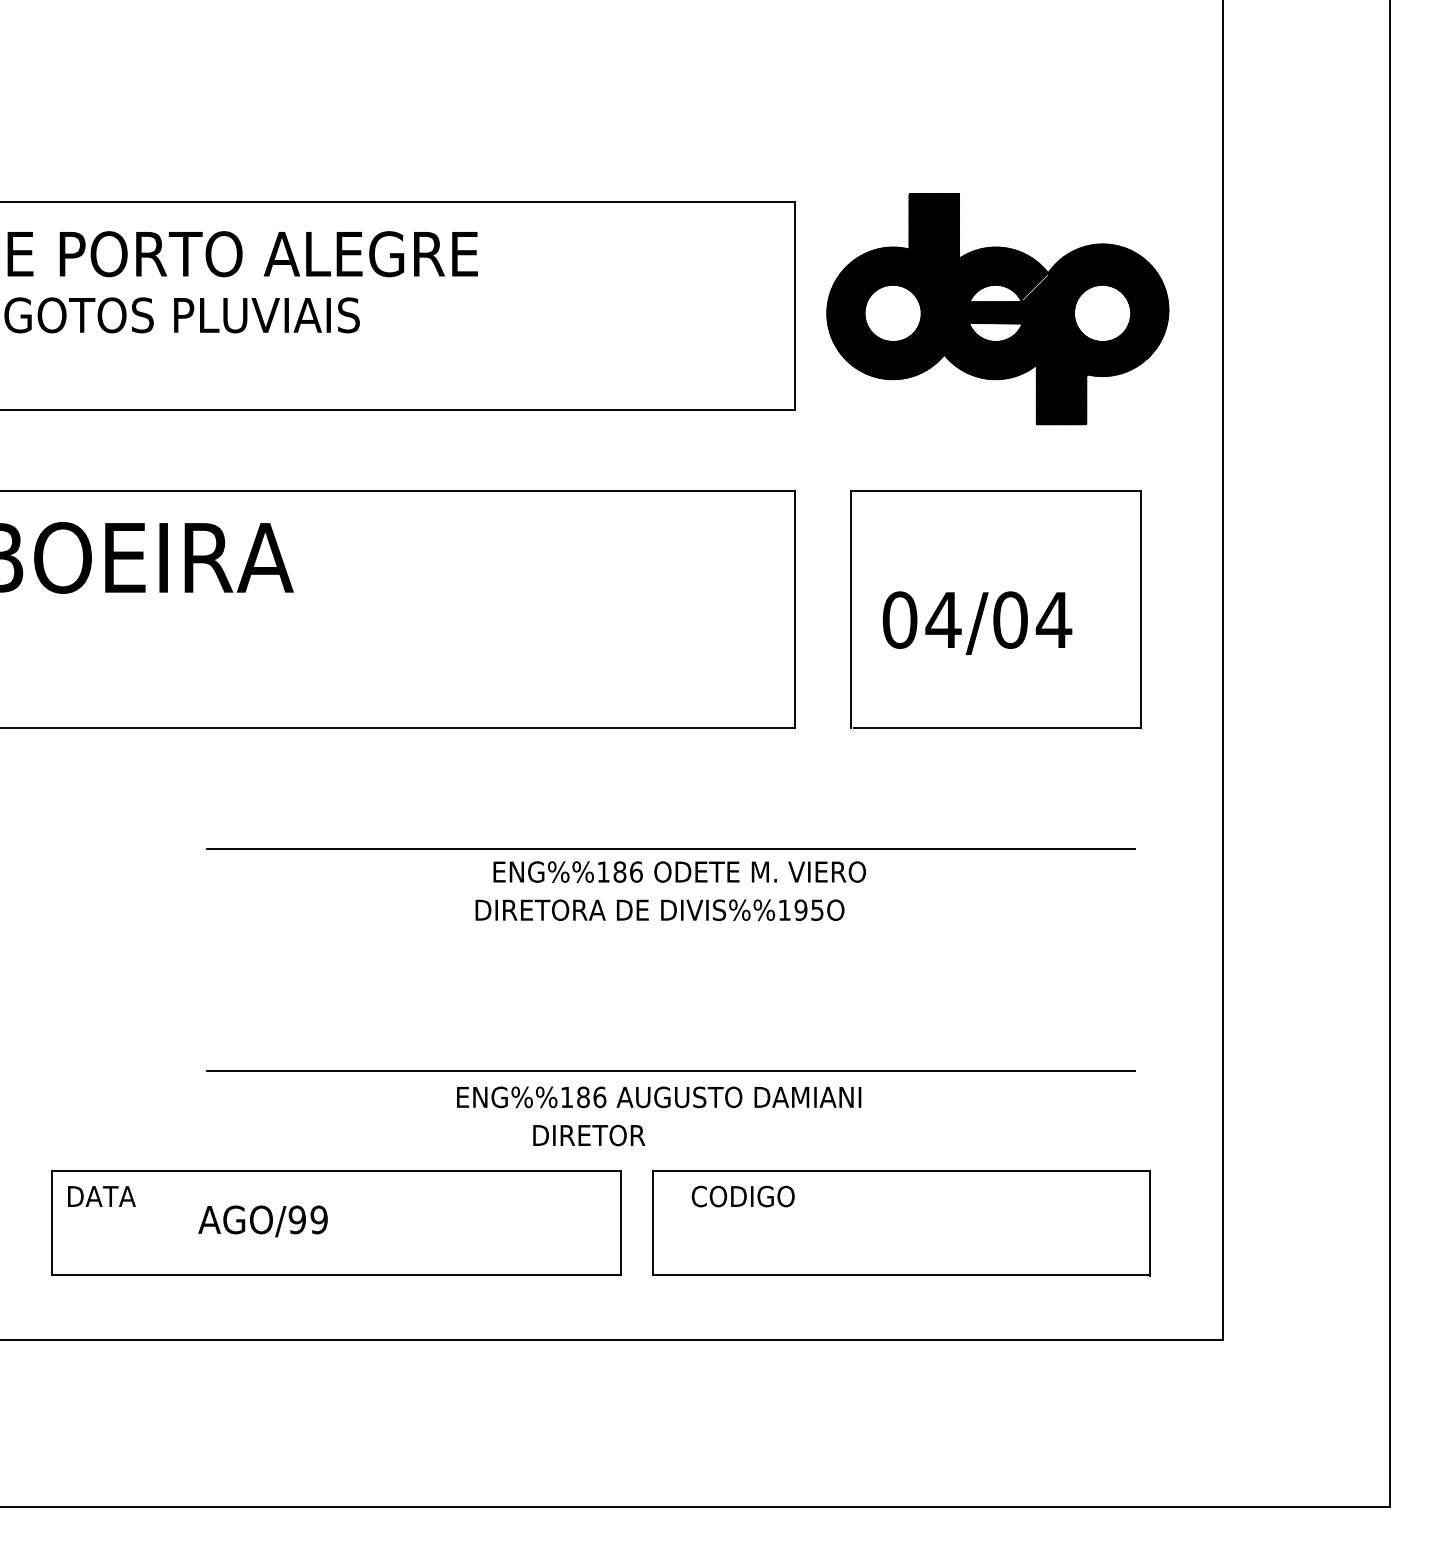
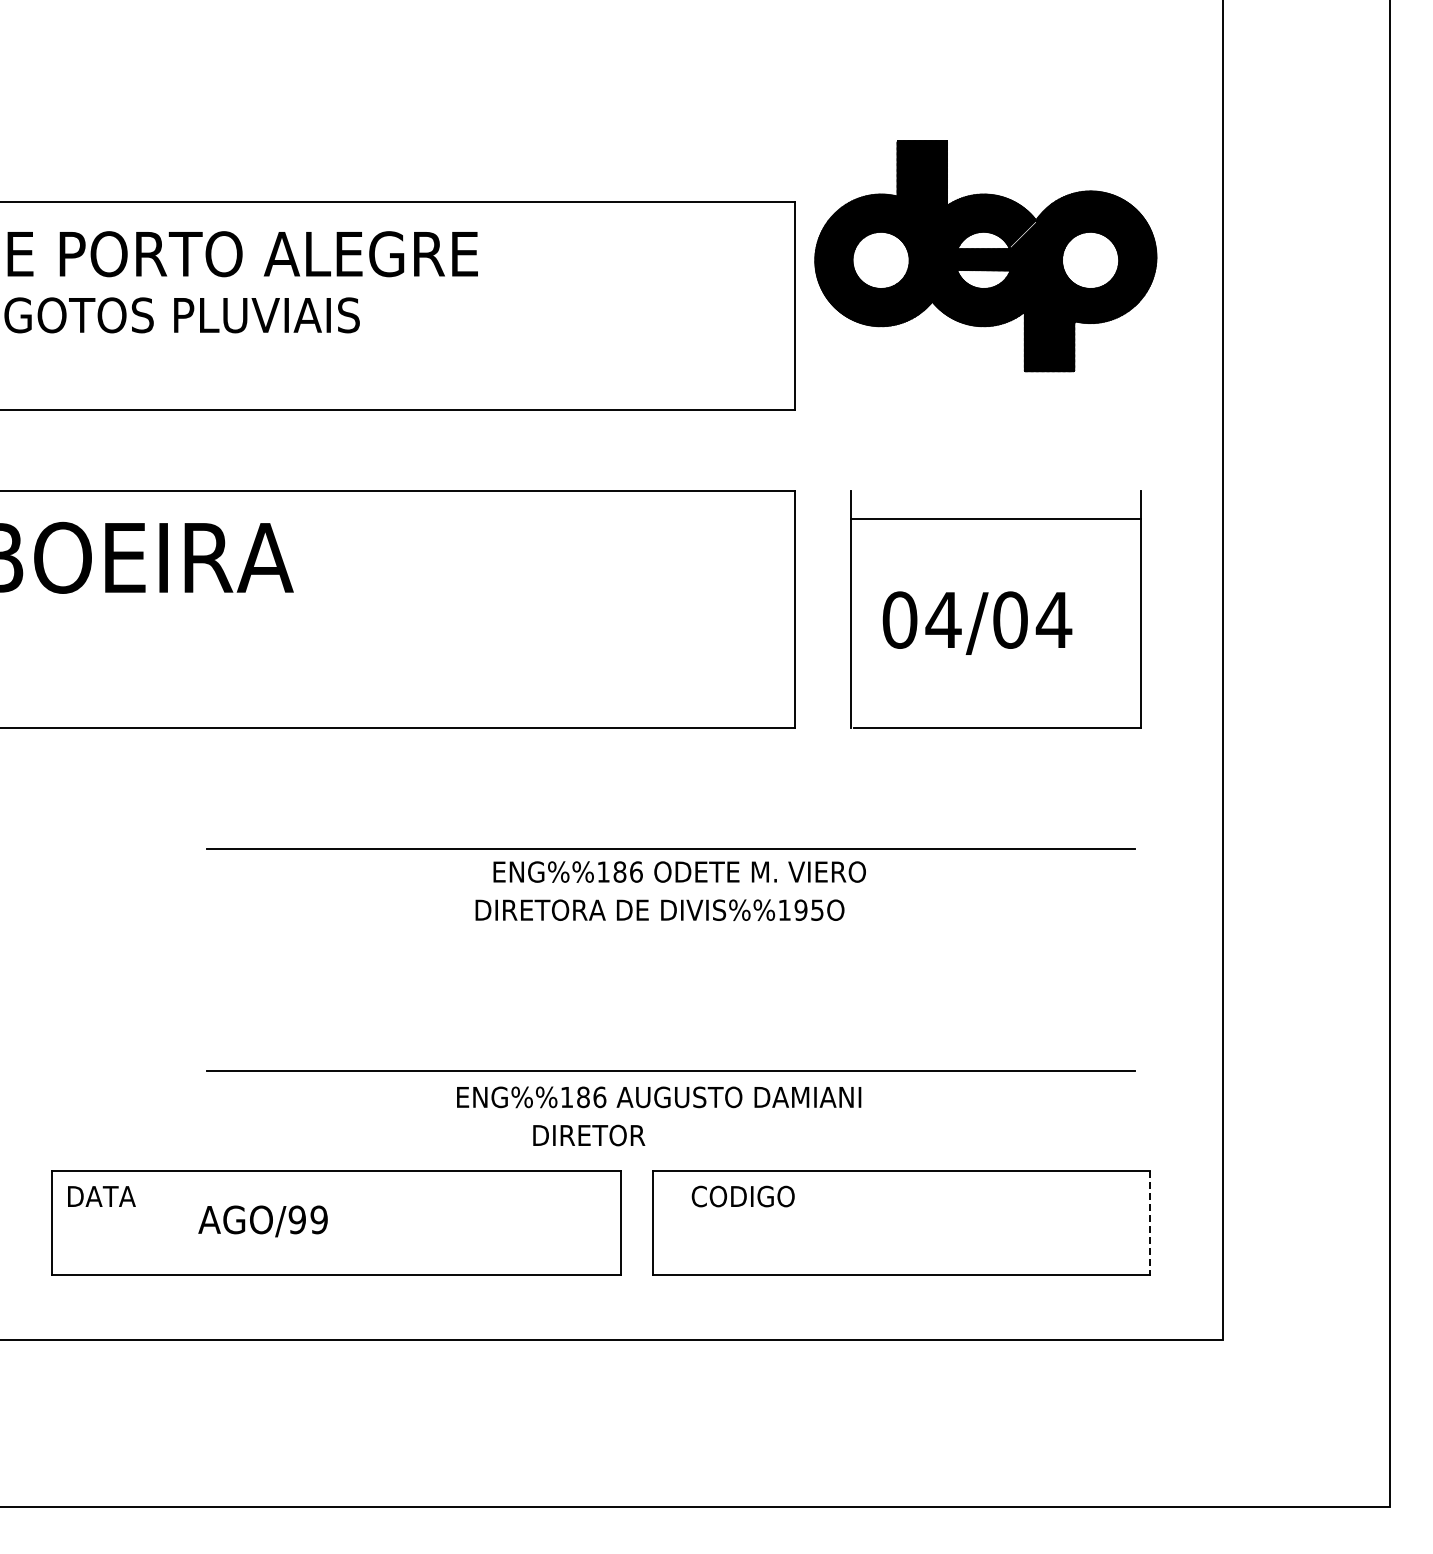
part at (997, 309) position: (997, 309) -> (985, 256)
line at (996, 491) position: (996, 491) -> (996, 519)
line at (1149, 1223): solid -> dashed
